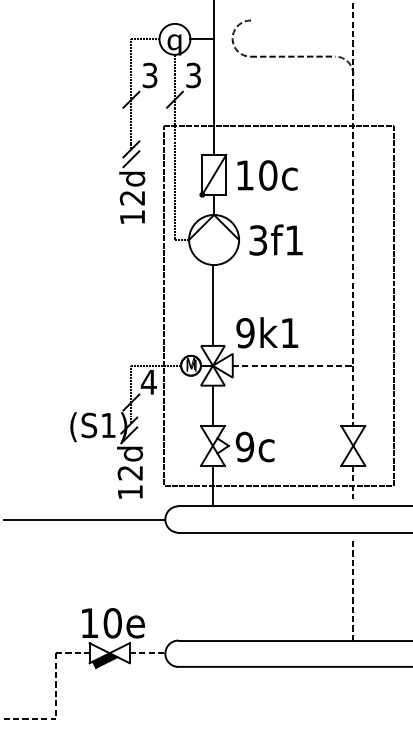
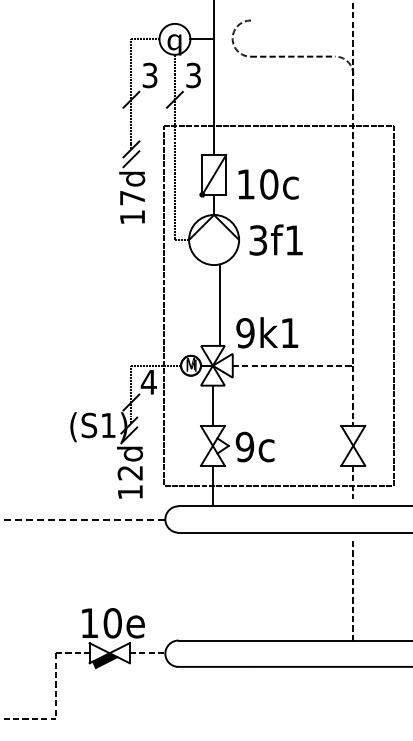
text at (267, 175) position: (267, 175) -> (268, 184)
text at (131, 198): 12d -> 17d
line at (212, 305) position: (212, 305) -> (219, 305)
line at (85, 519): solid -> dashed
